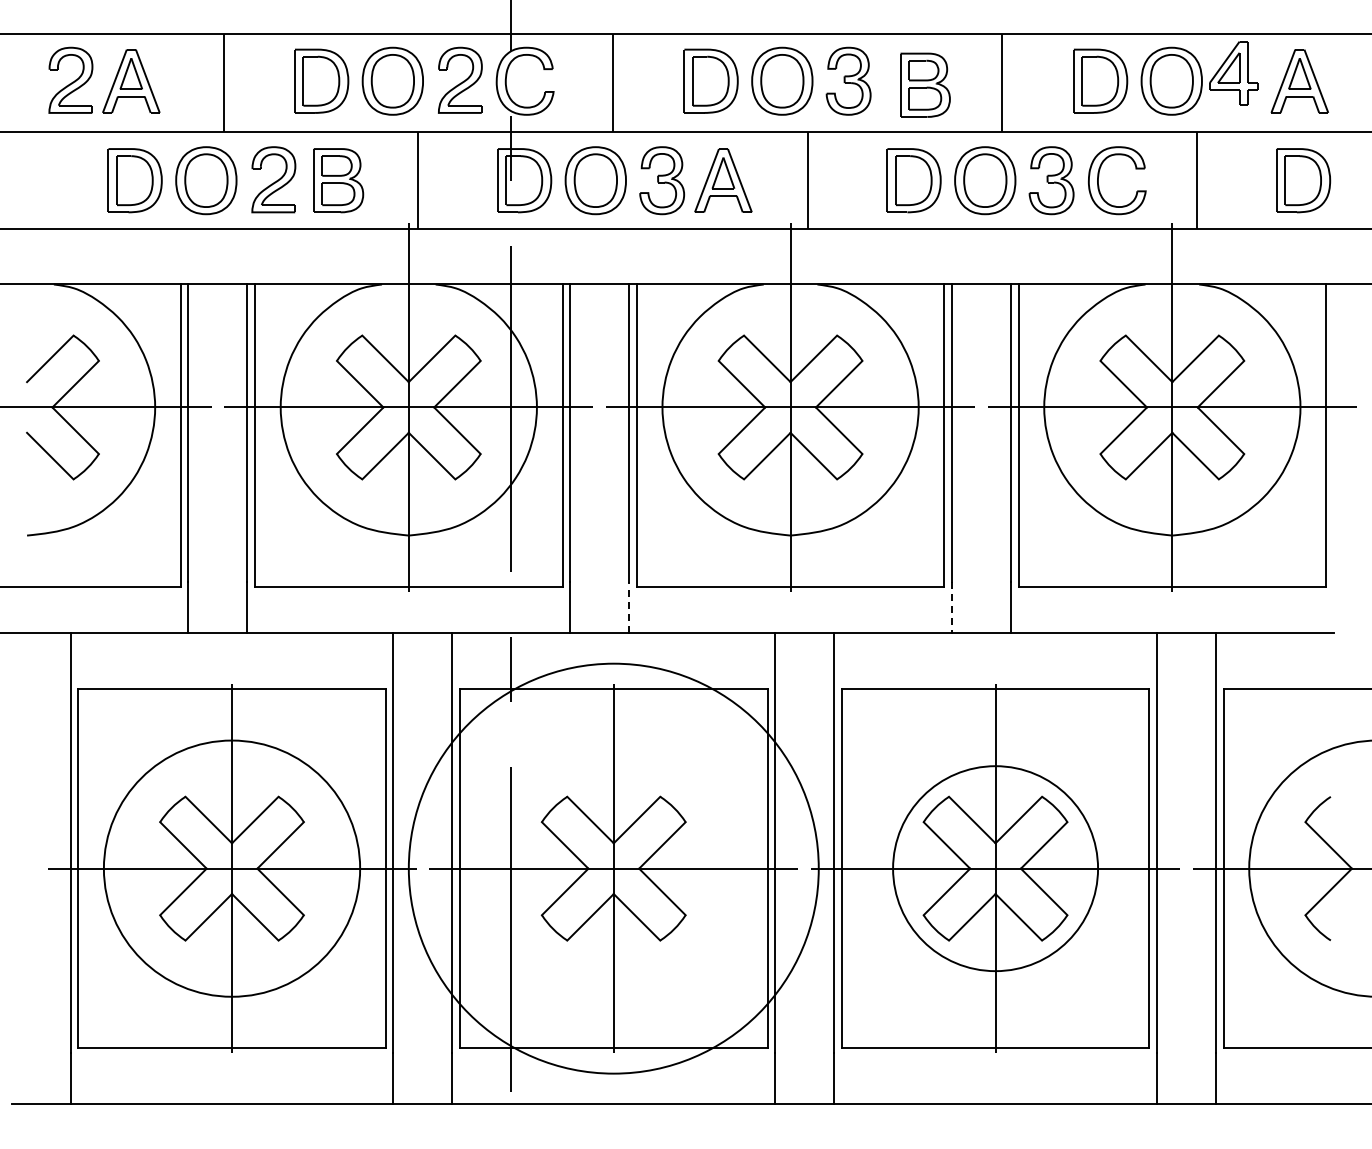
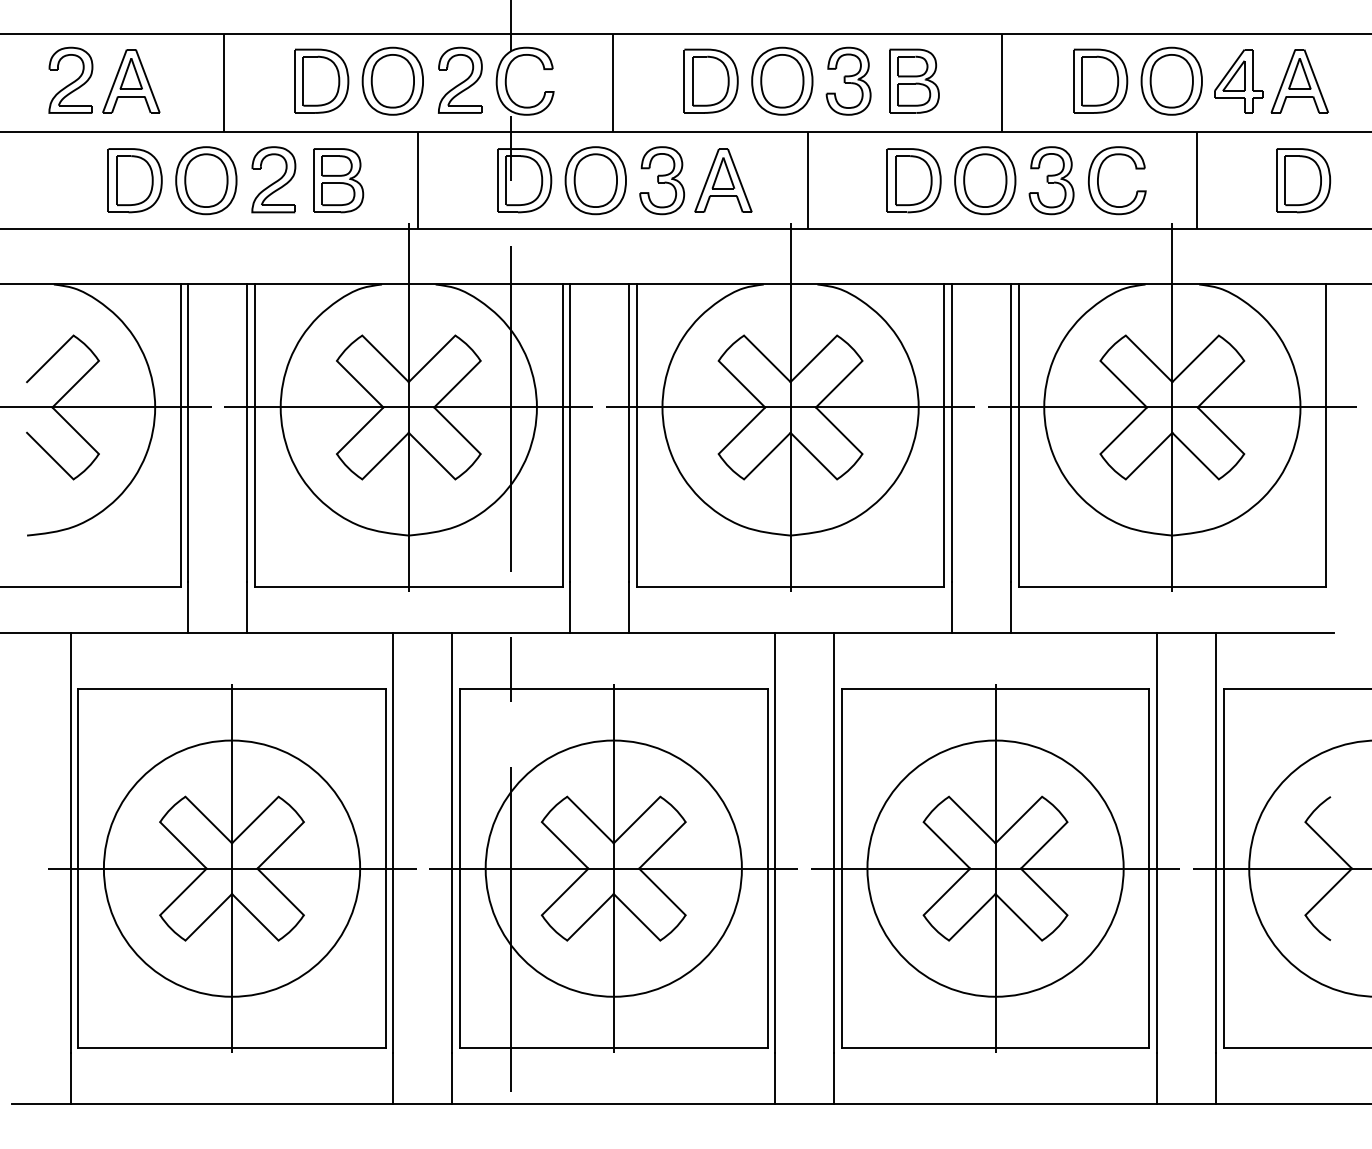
part at (1233, 73) position: (1233, 73) -> (1238, 81)
part at (925, 84) position: (925, 84) -> (914, 80)
line at (629, 607): dashed -> solid
line at (952, 607): dashed -> solid
circle at (613, 868) diameter: 410 px -> 256 px
circle at (995, 868) diameter: 205 px -> 256 px
